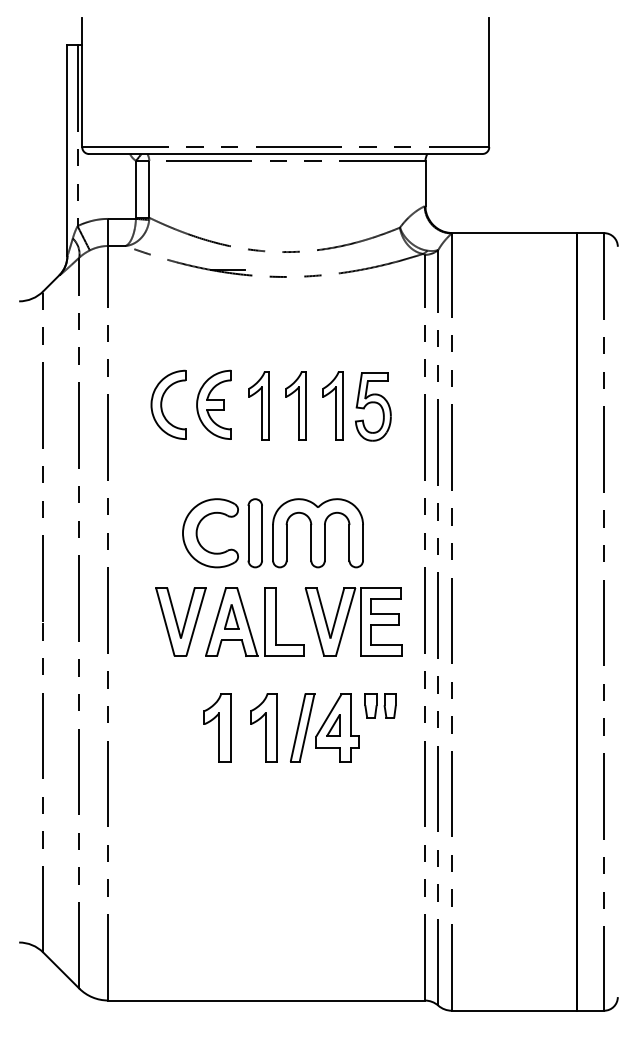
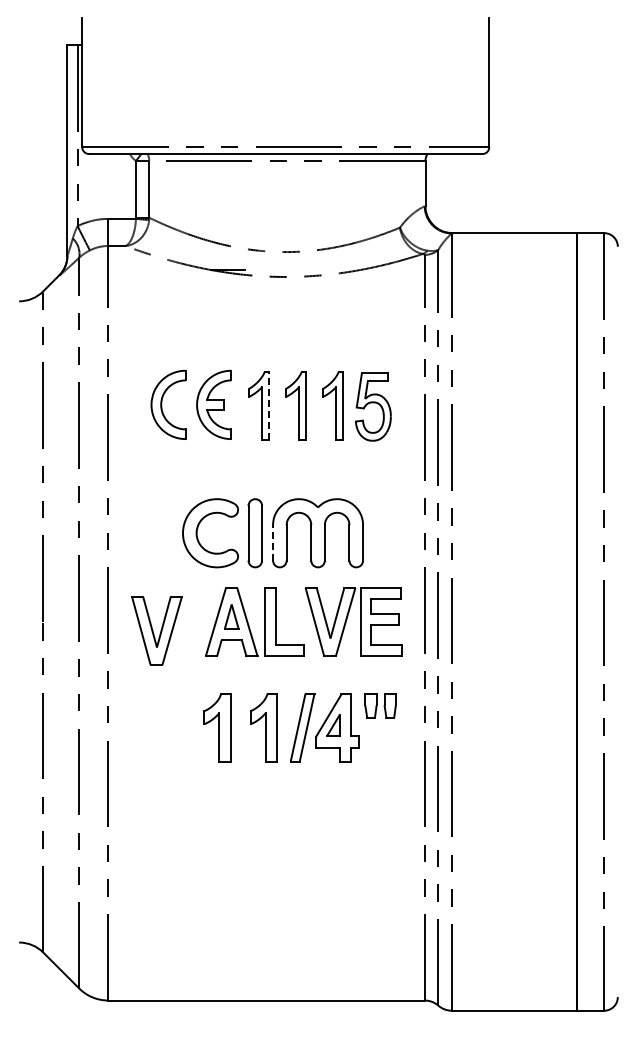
line at (269, 405): solid -> dashed
line at (273, 542): solid -> dashed
part at (180, 621) position: (180, 621) -> (156, 630)
